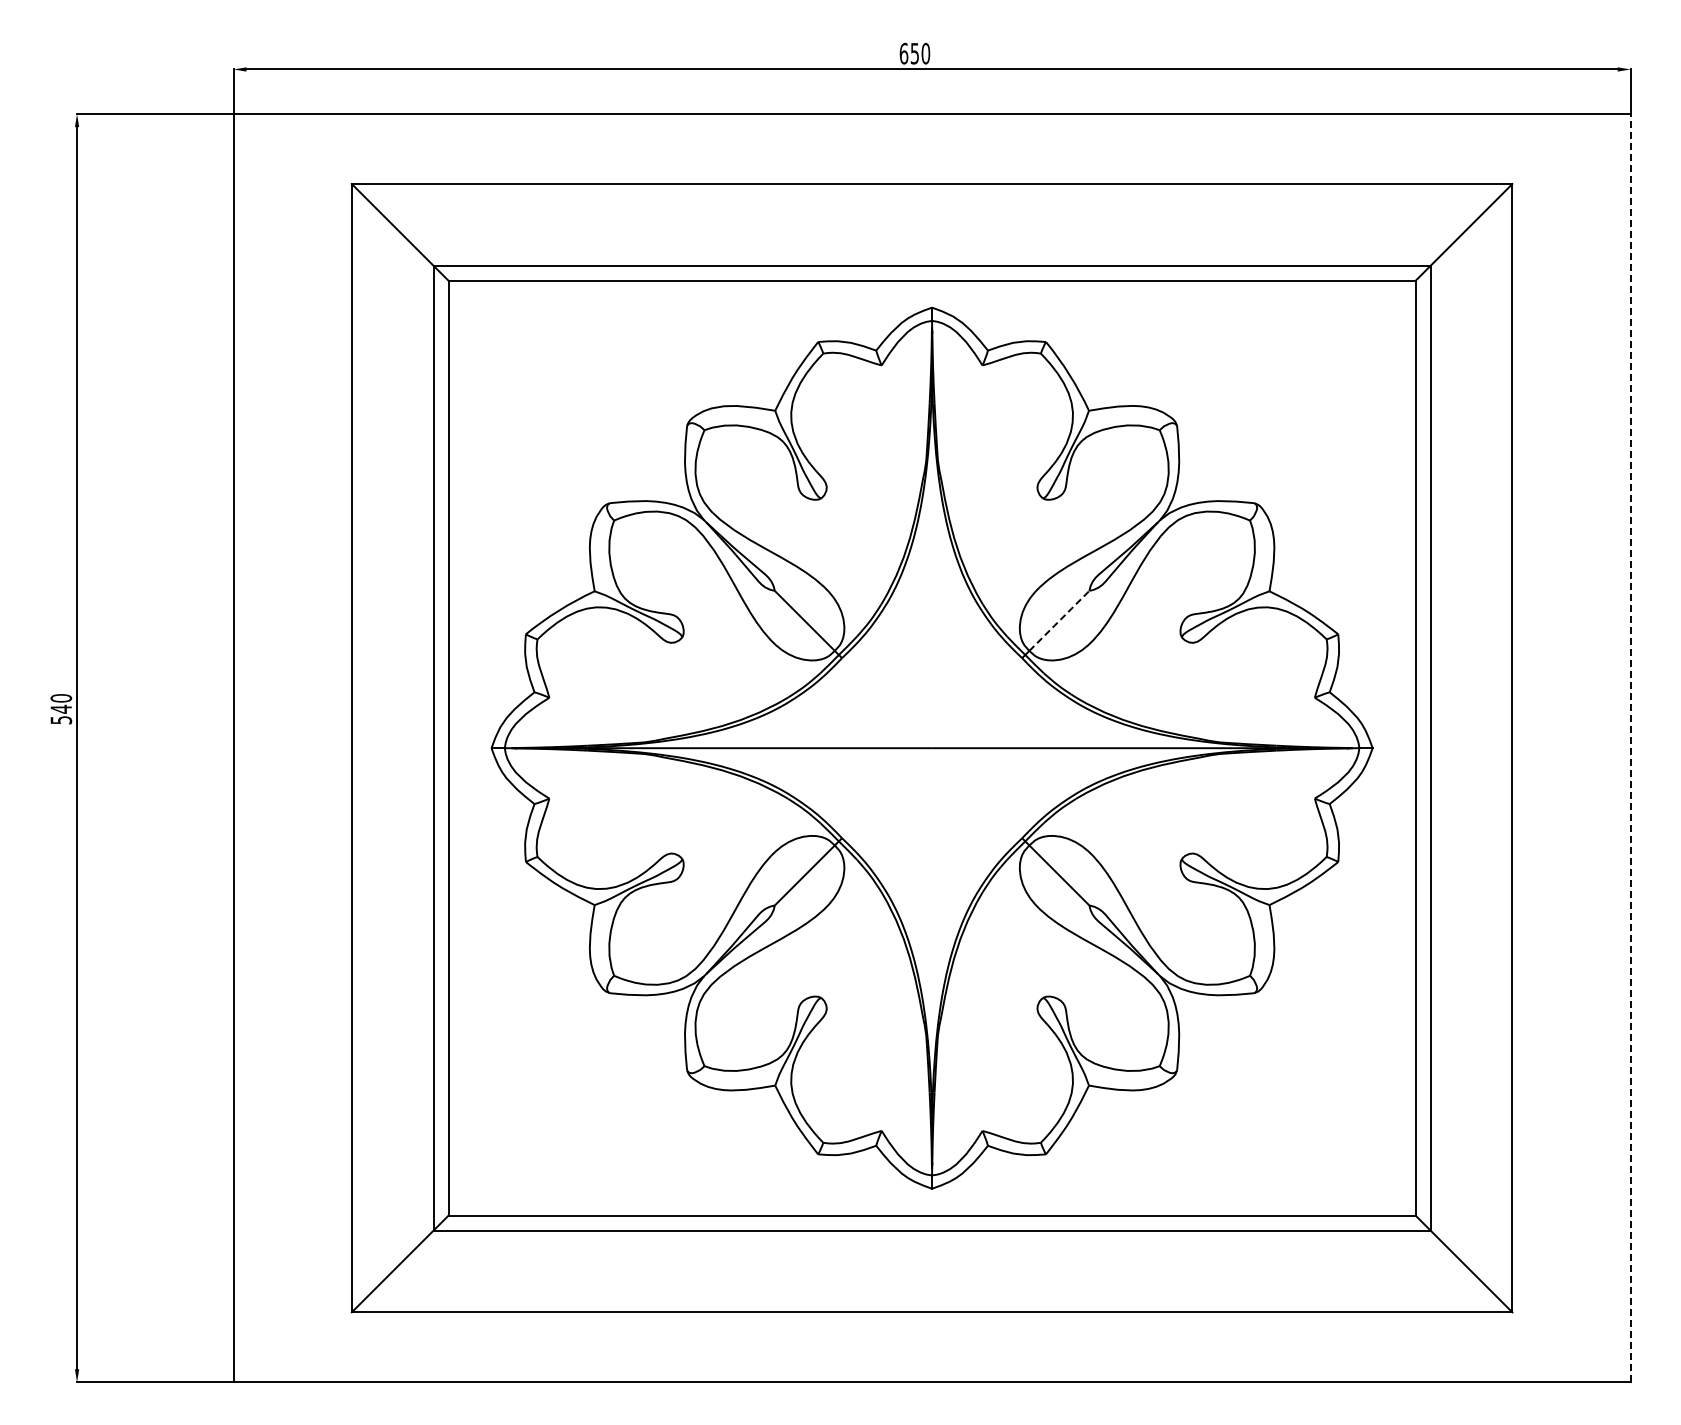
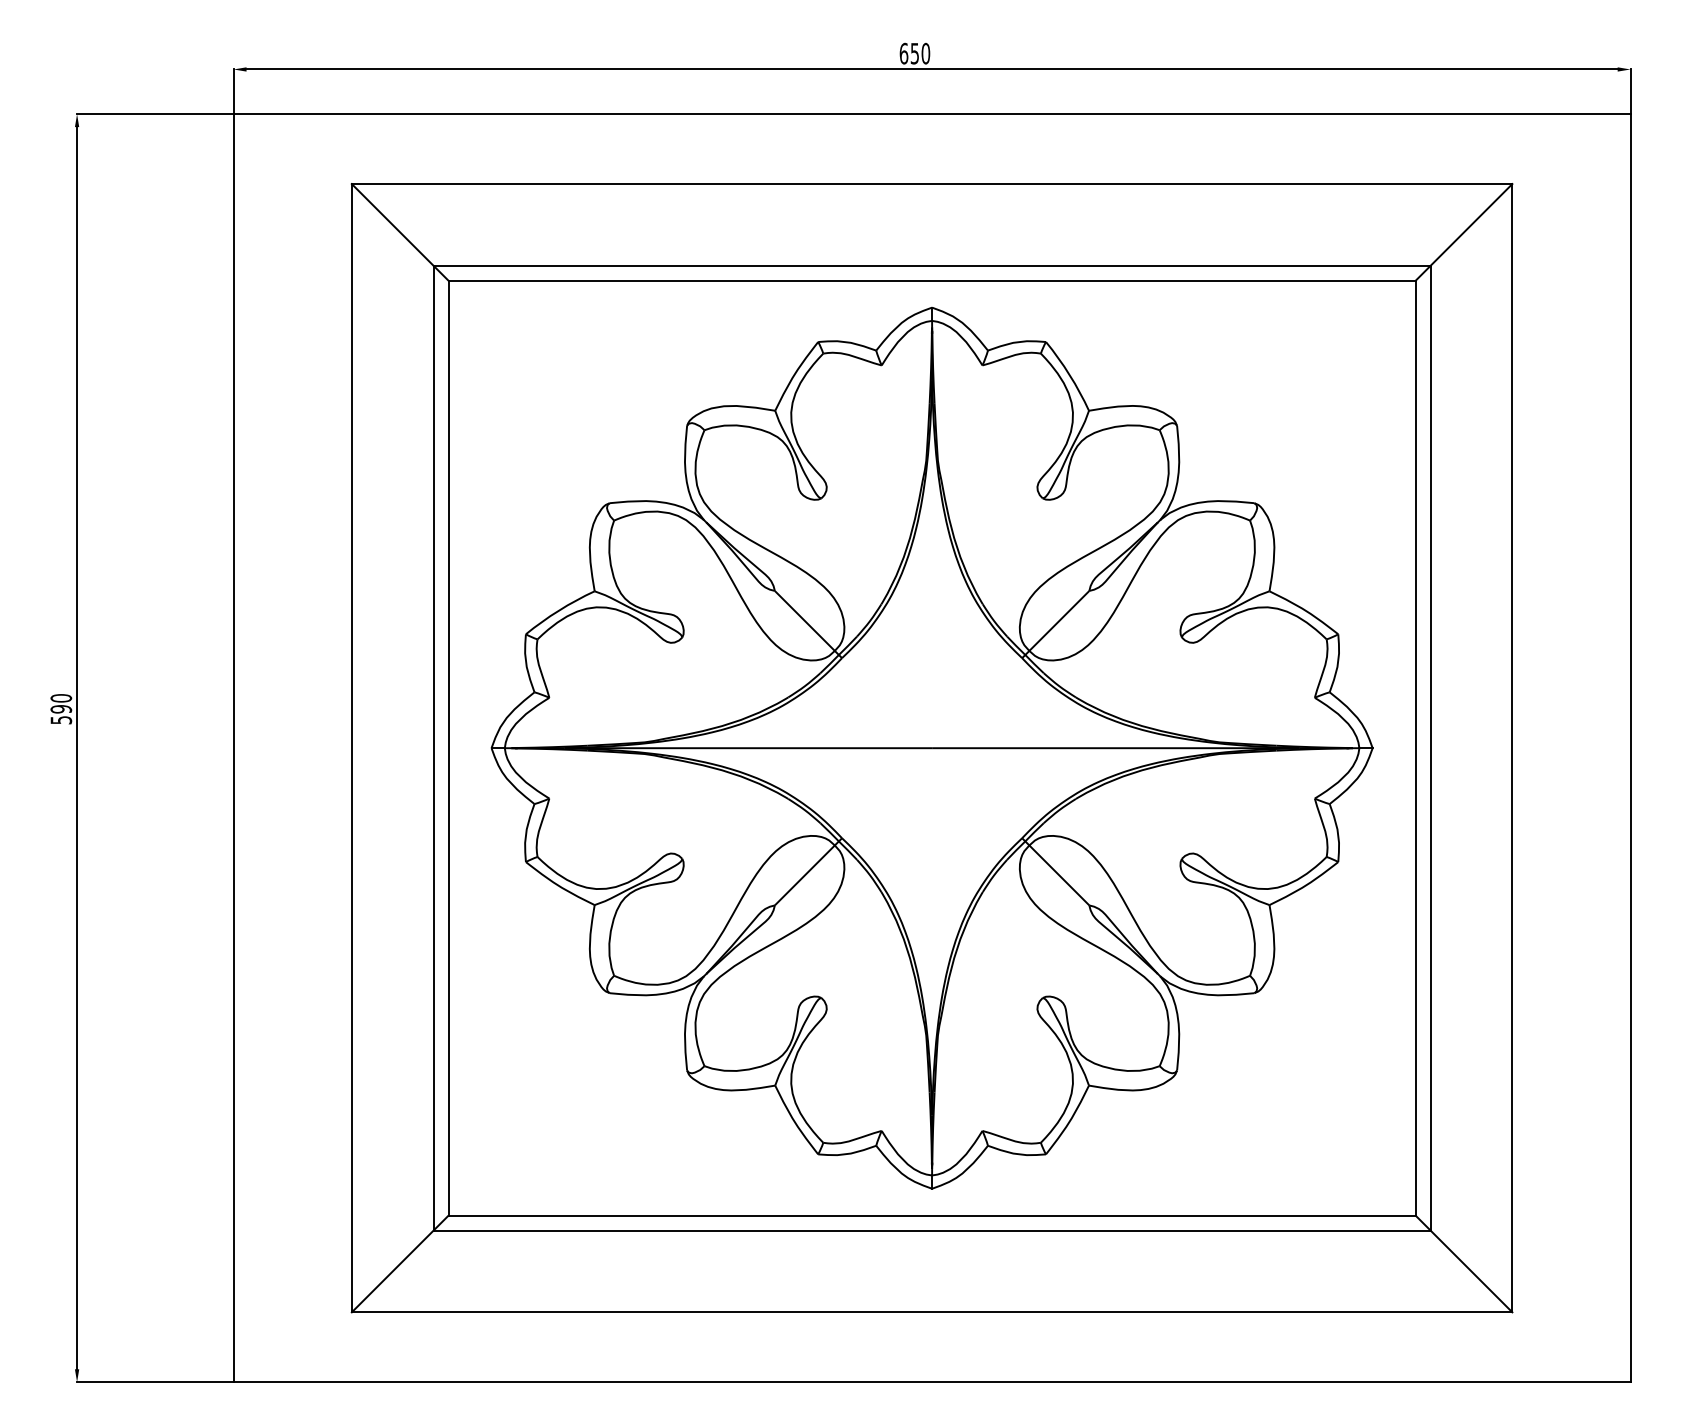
line at (1059, 620): dashed -> solid
text at (61, 708): 540 -> 590
line at (1630, 748): dashed -> solid
